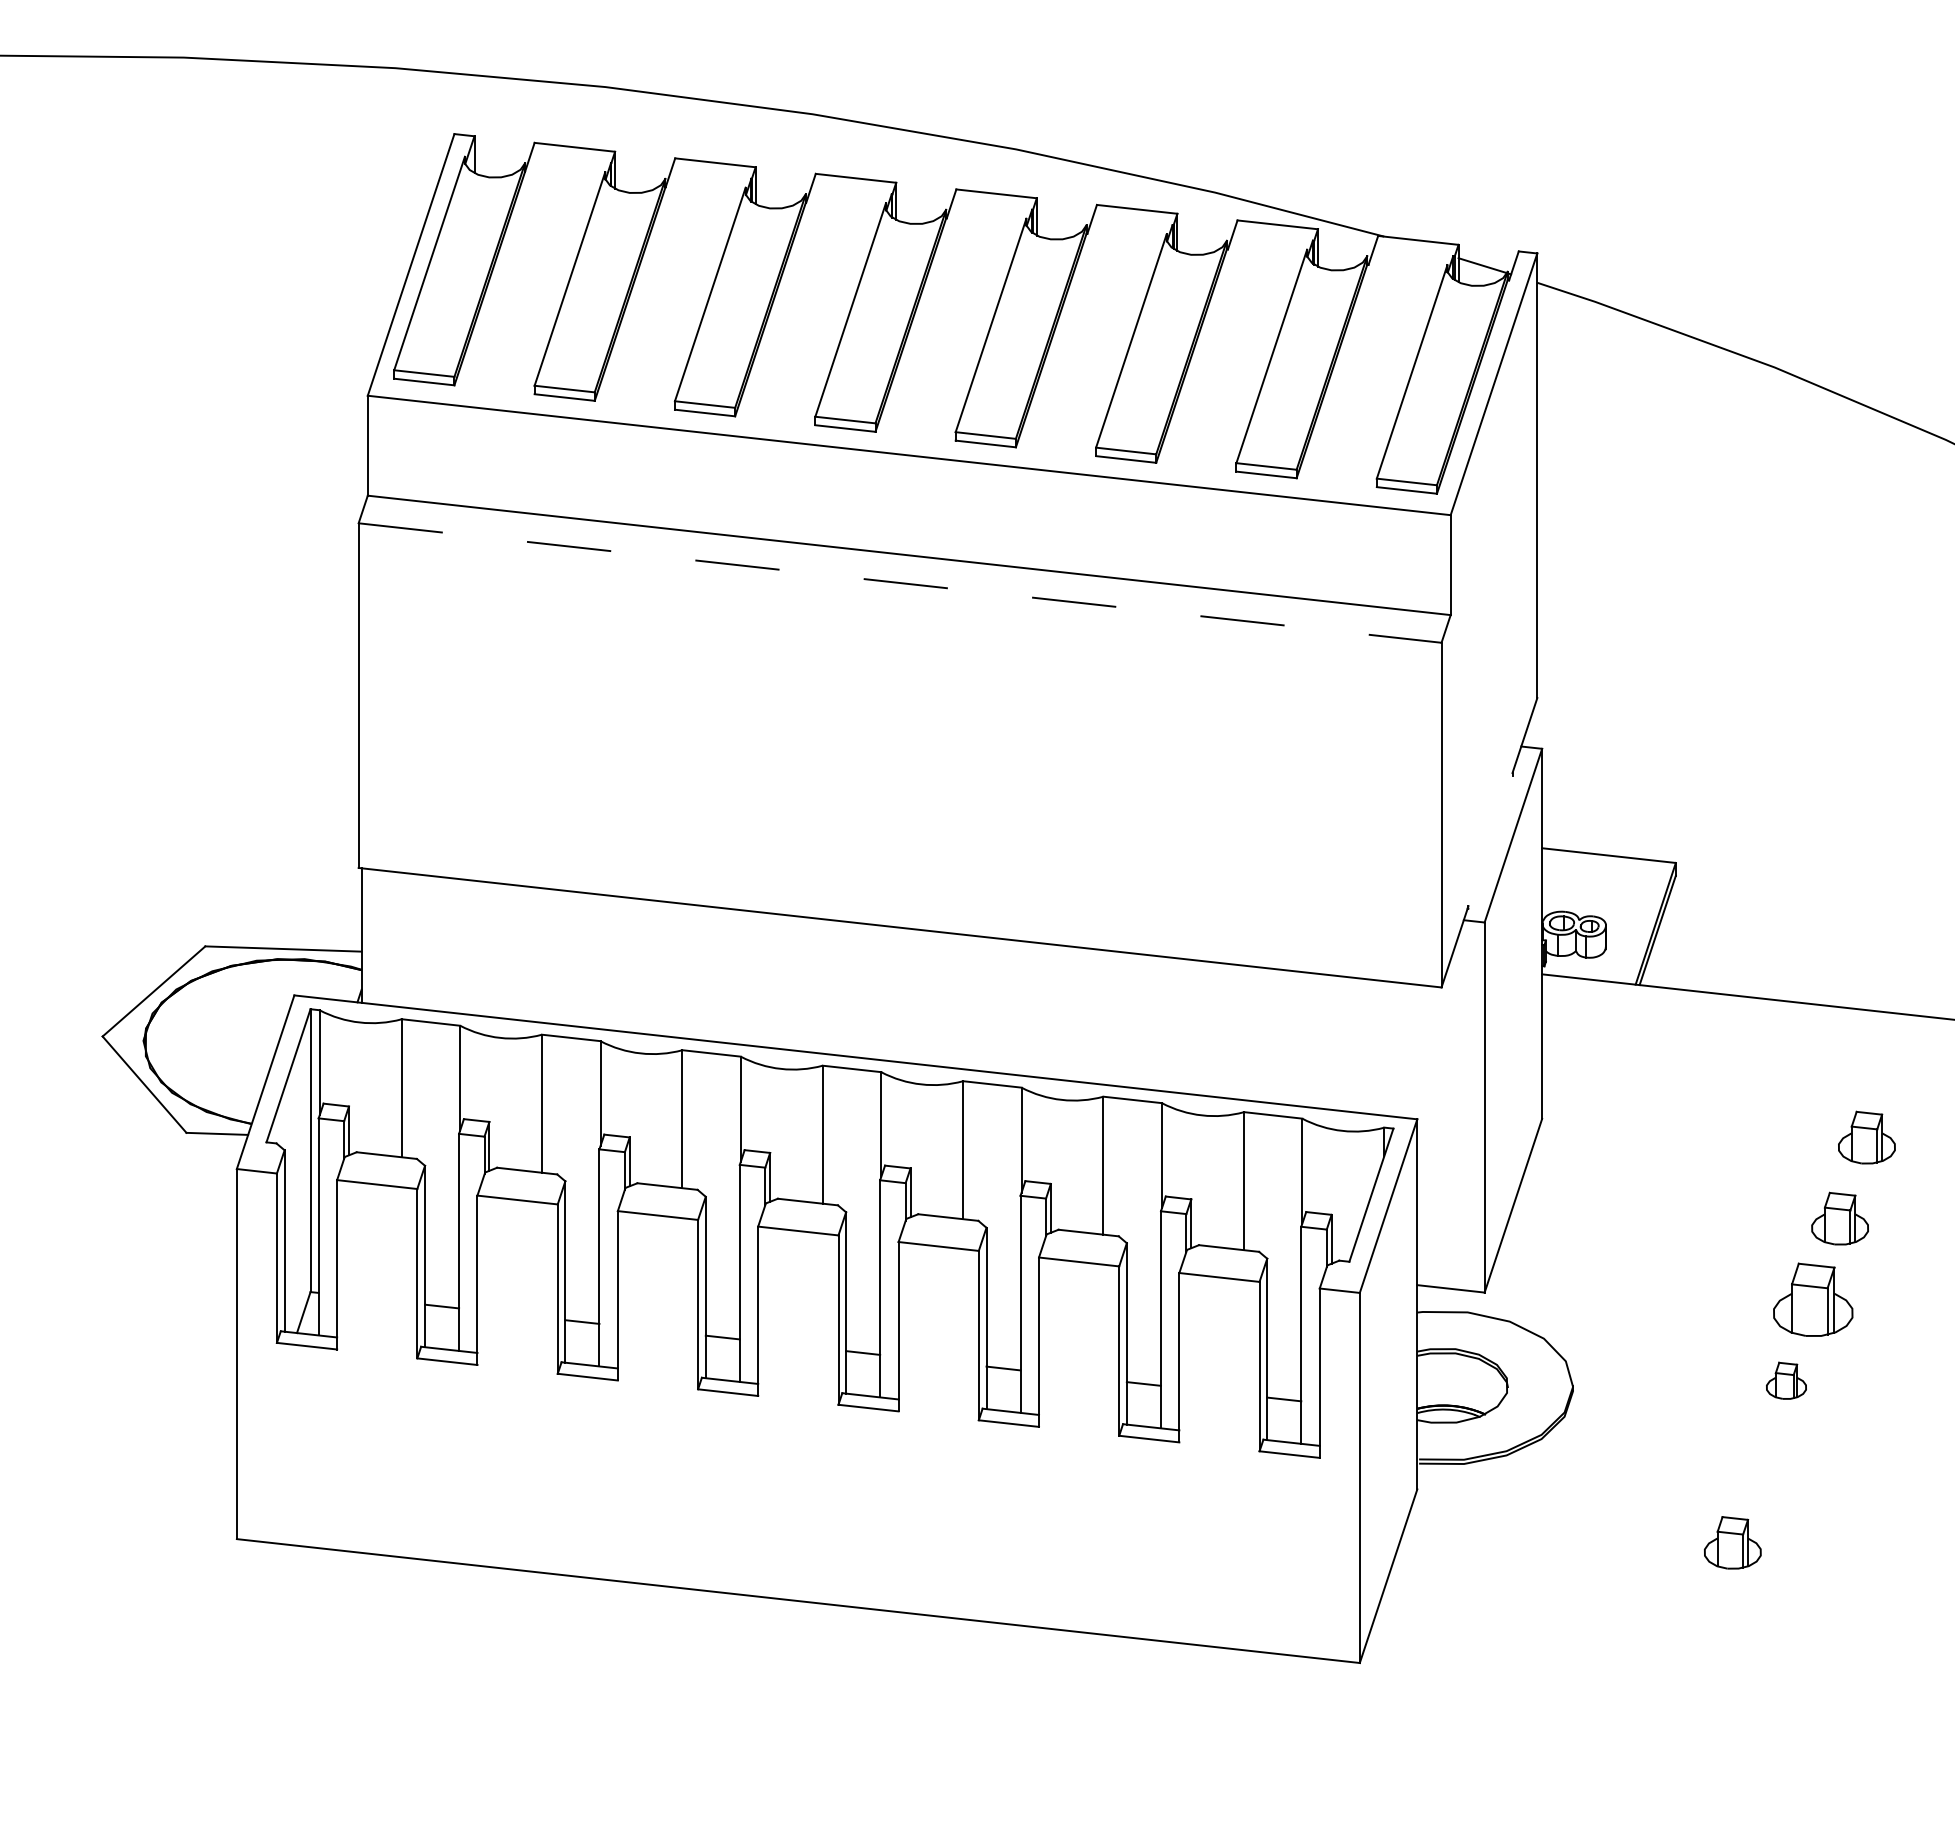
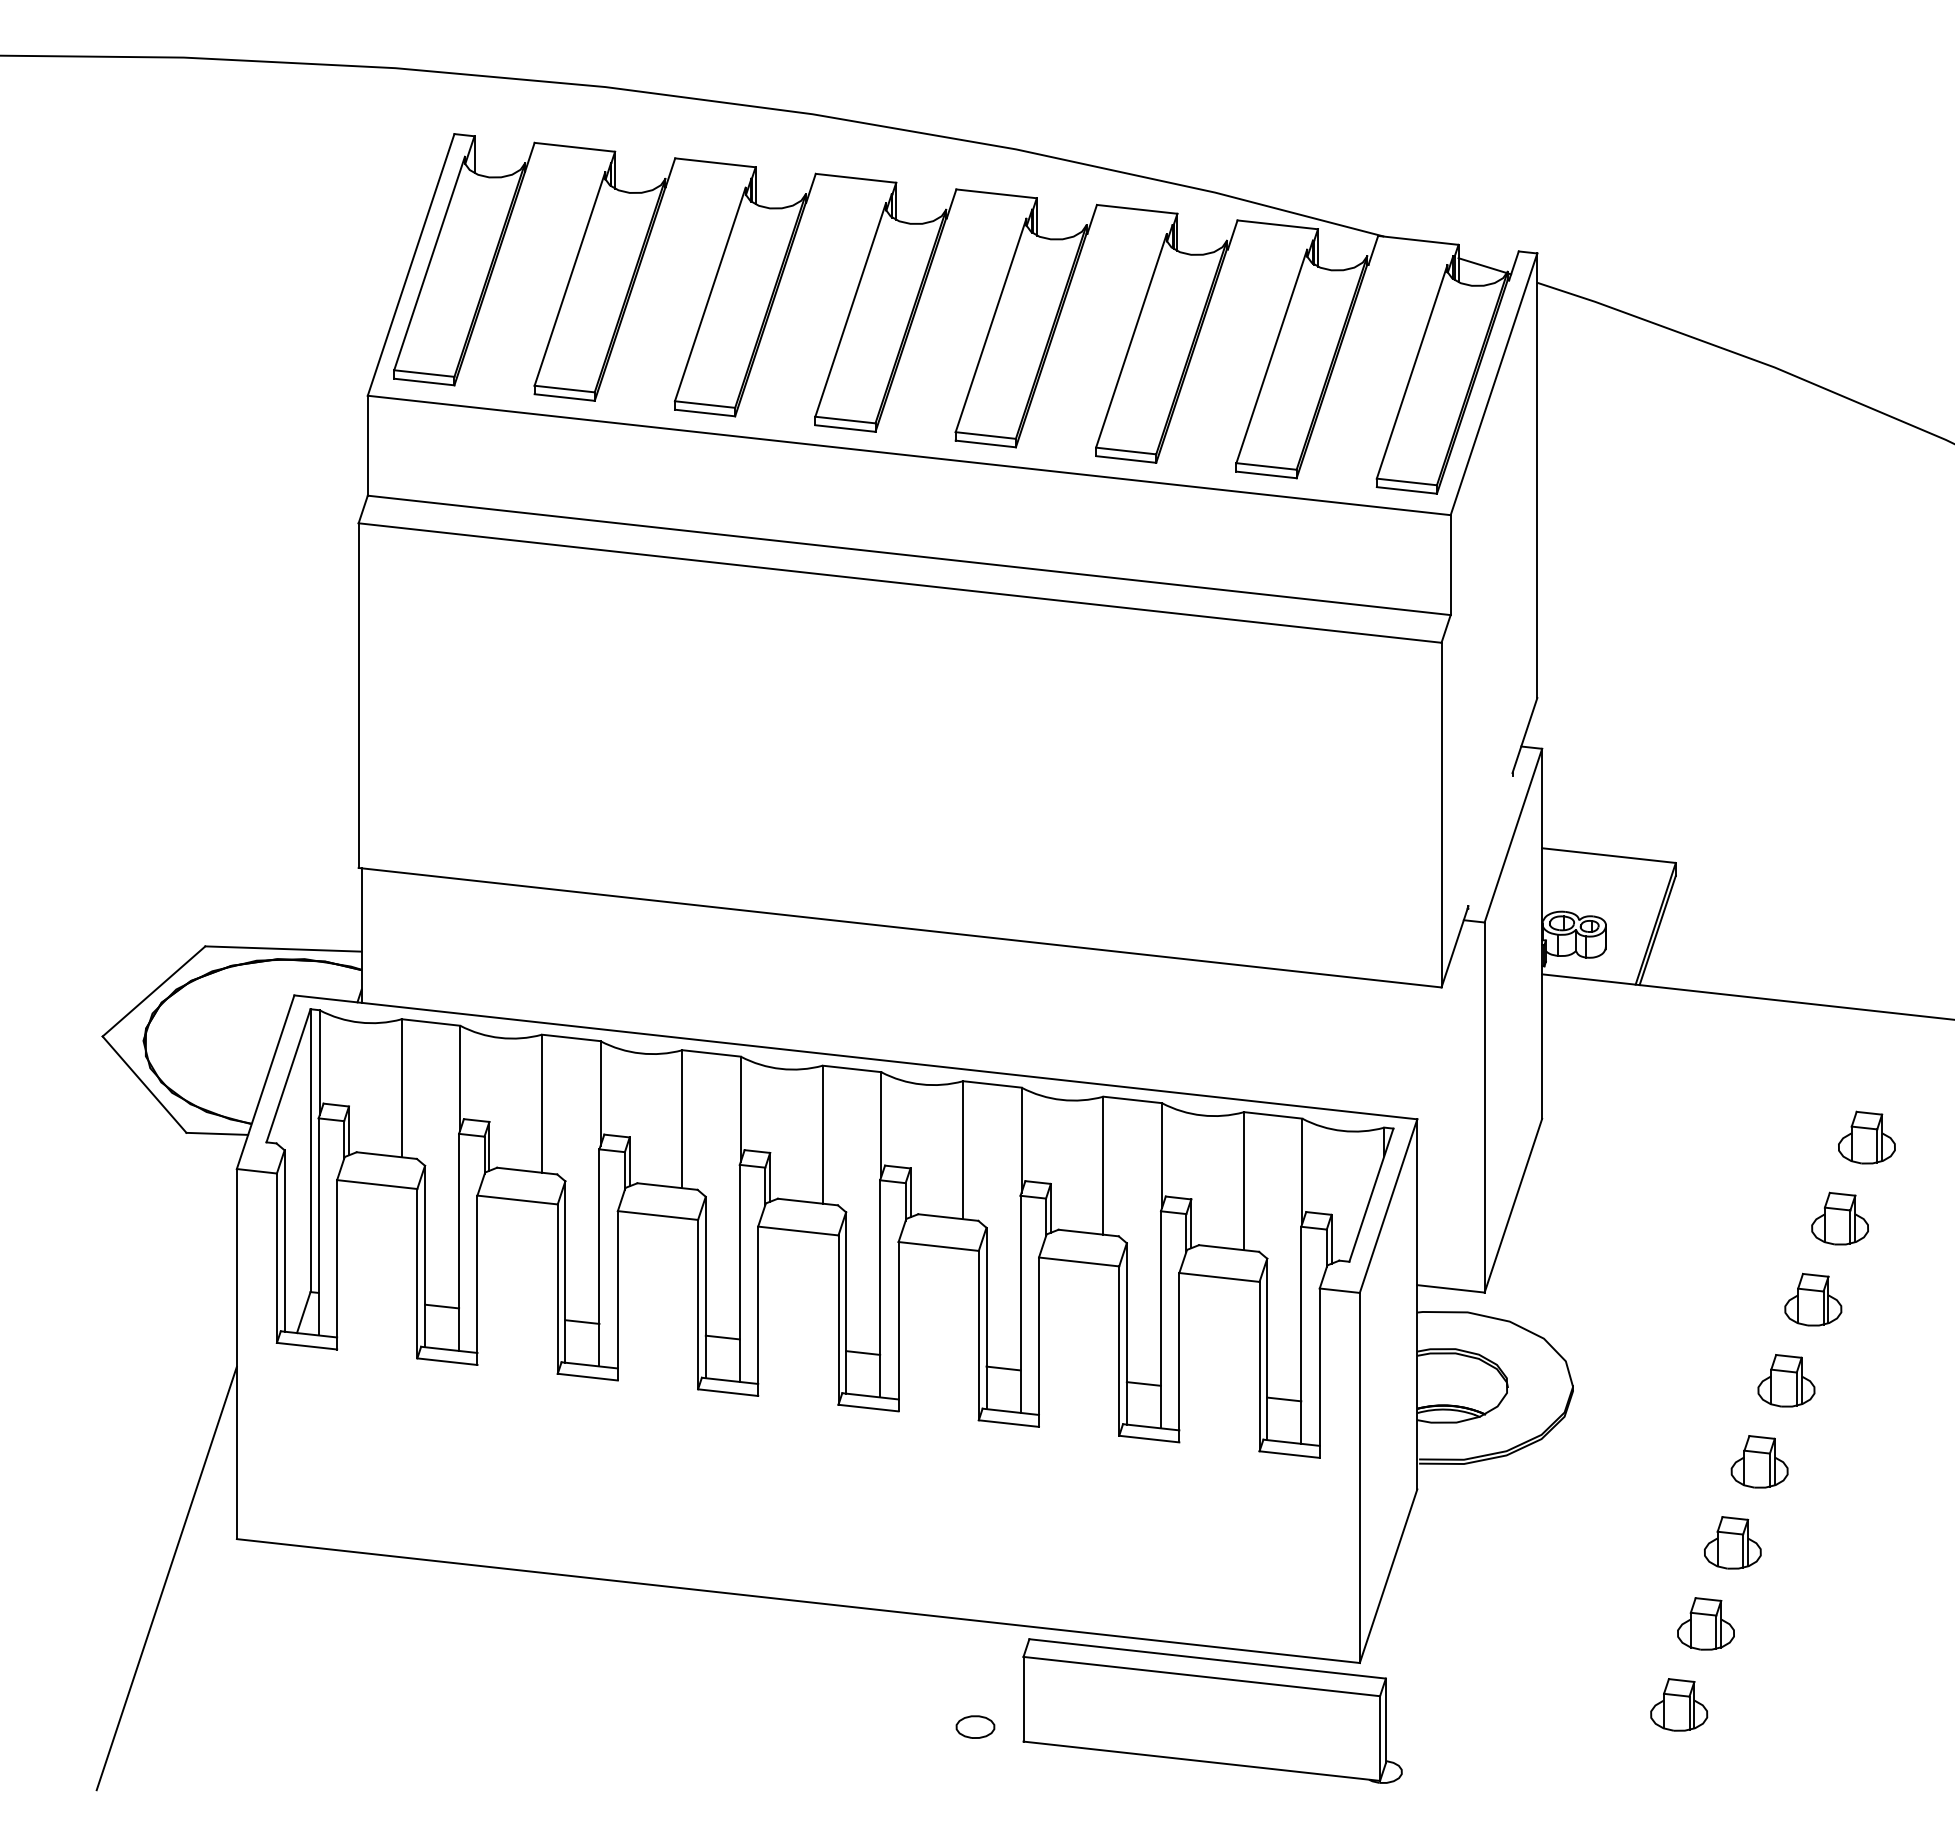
line at (900, 583): dashed -> solid
part at (1813, 1299) size: 81x75 px -> 59x55 px
part at (1786, 1380) size: 41x39 px -> 59x54 px
part at (1759, 1461): none -> present
line at (166, 1578): none -> present
part at (1705, 1623): none -> present
part at (1679, 1704): none -> present
part at (1212, 1710): none -> present
part at (975, 1726): none -> present
